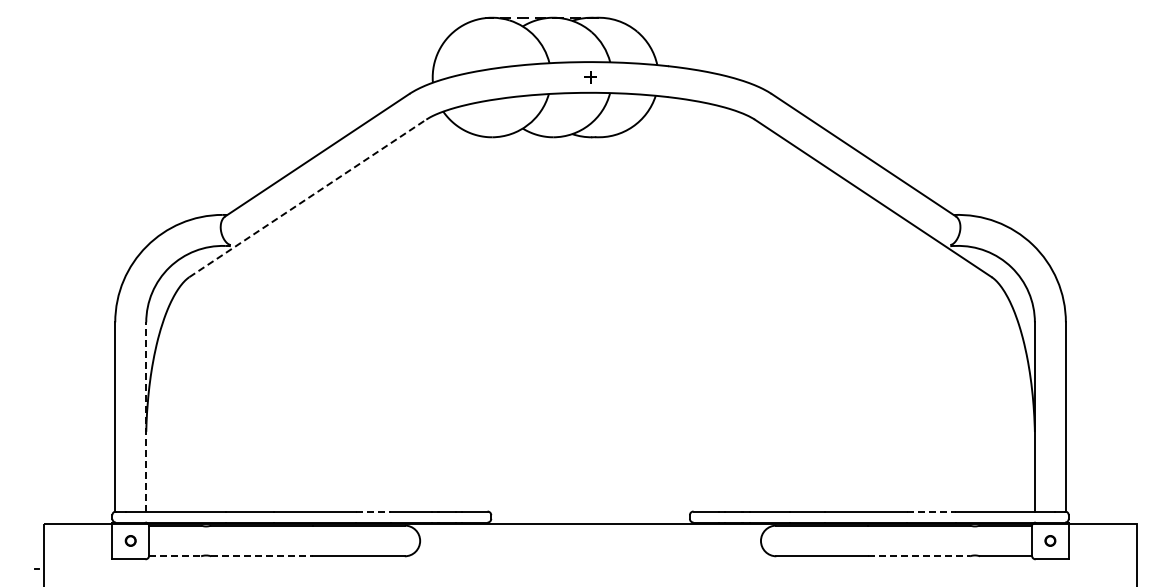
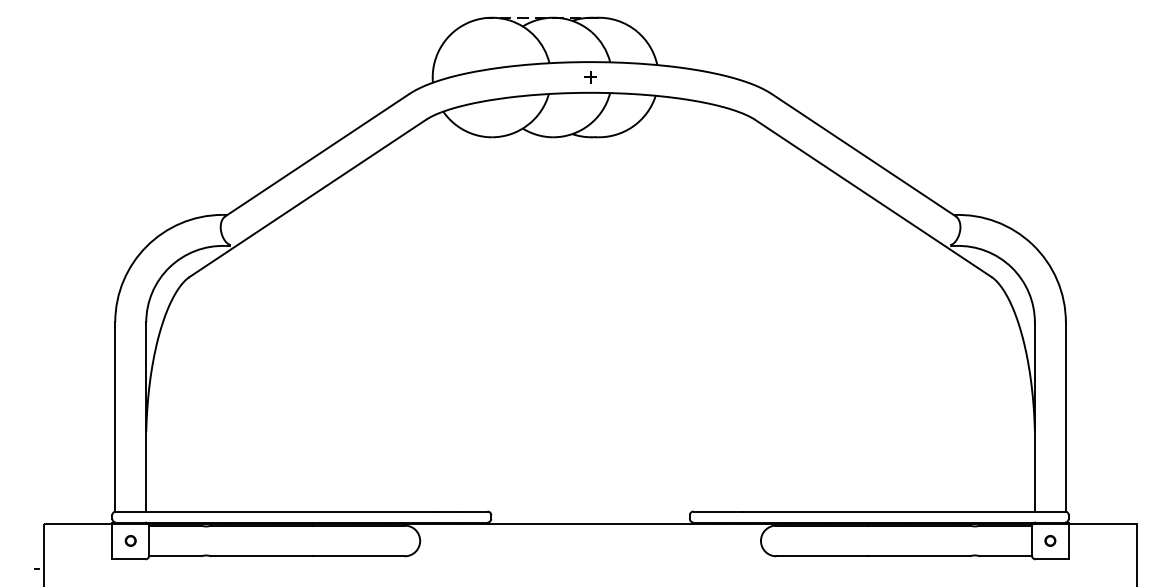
line at (308, 198): dashed -> solid
line at (146, 416): dashed -> solid
line at (374, 511): dashed -> solid
line at (931, 511): dashed -> solid
line at (175, 556): dashed -> solid
line at (262, 556): dashed -> solid
line at (919, 556): dashed -> solid
